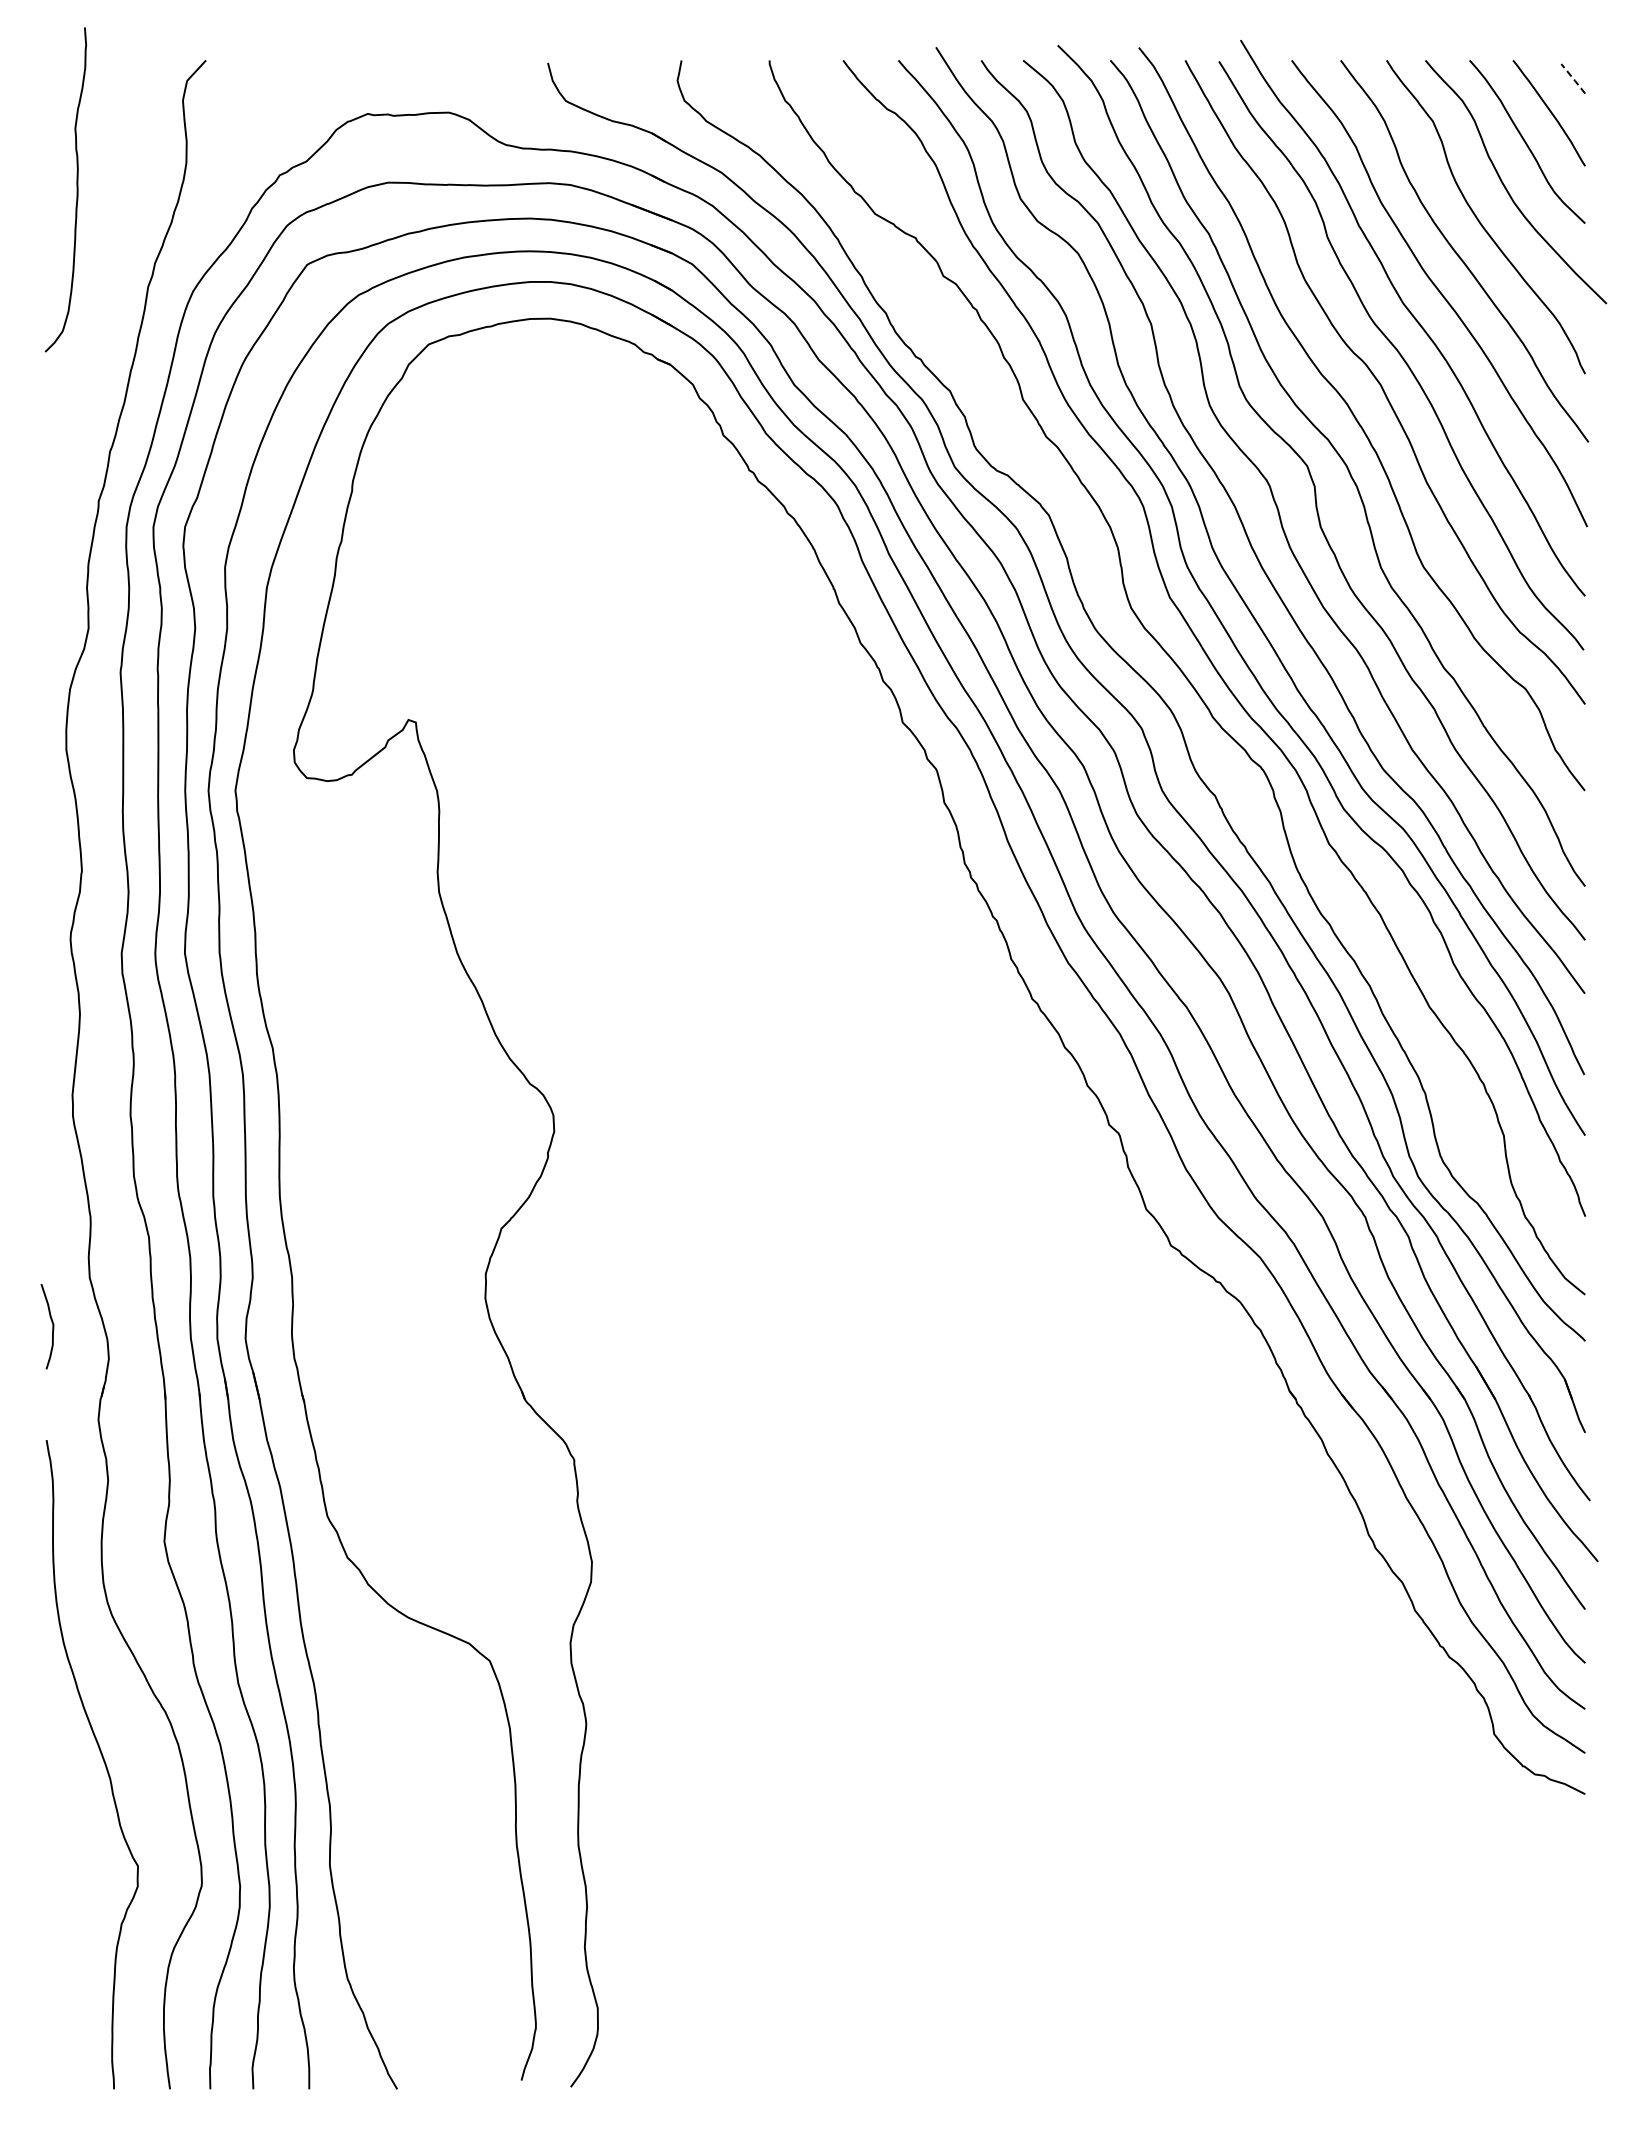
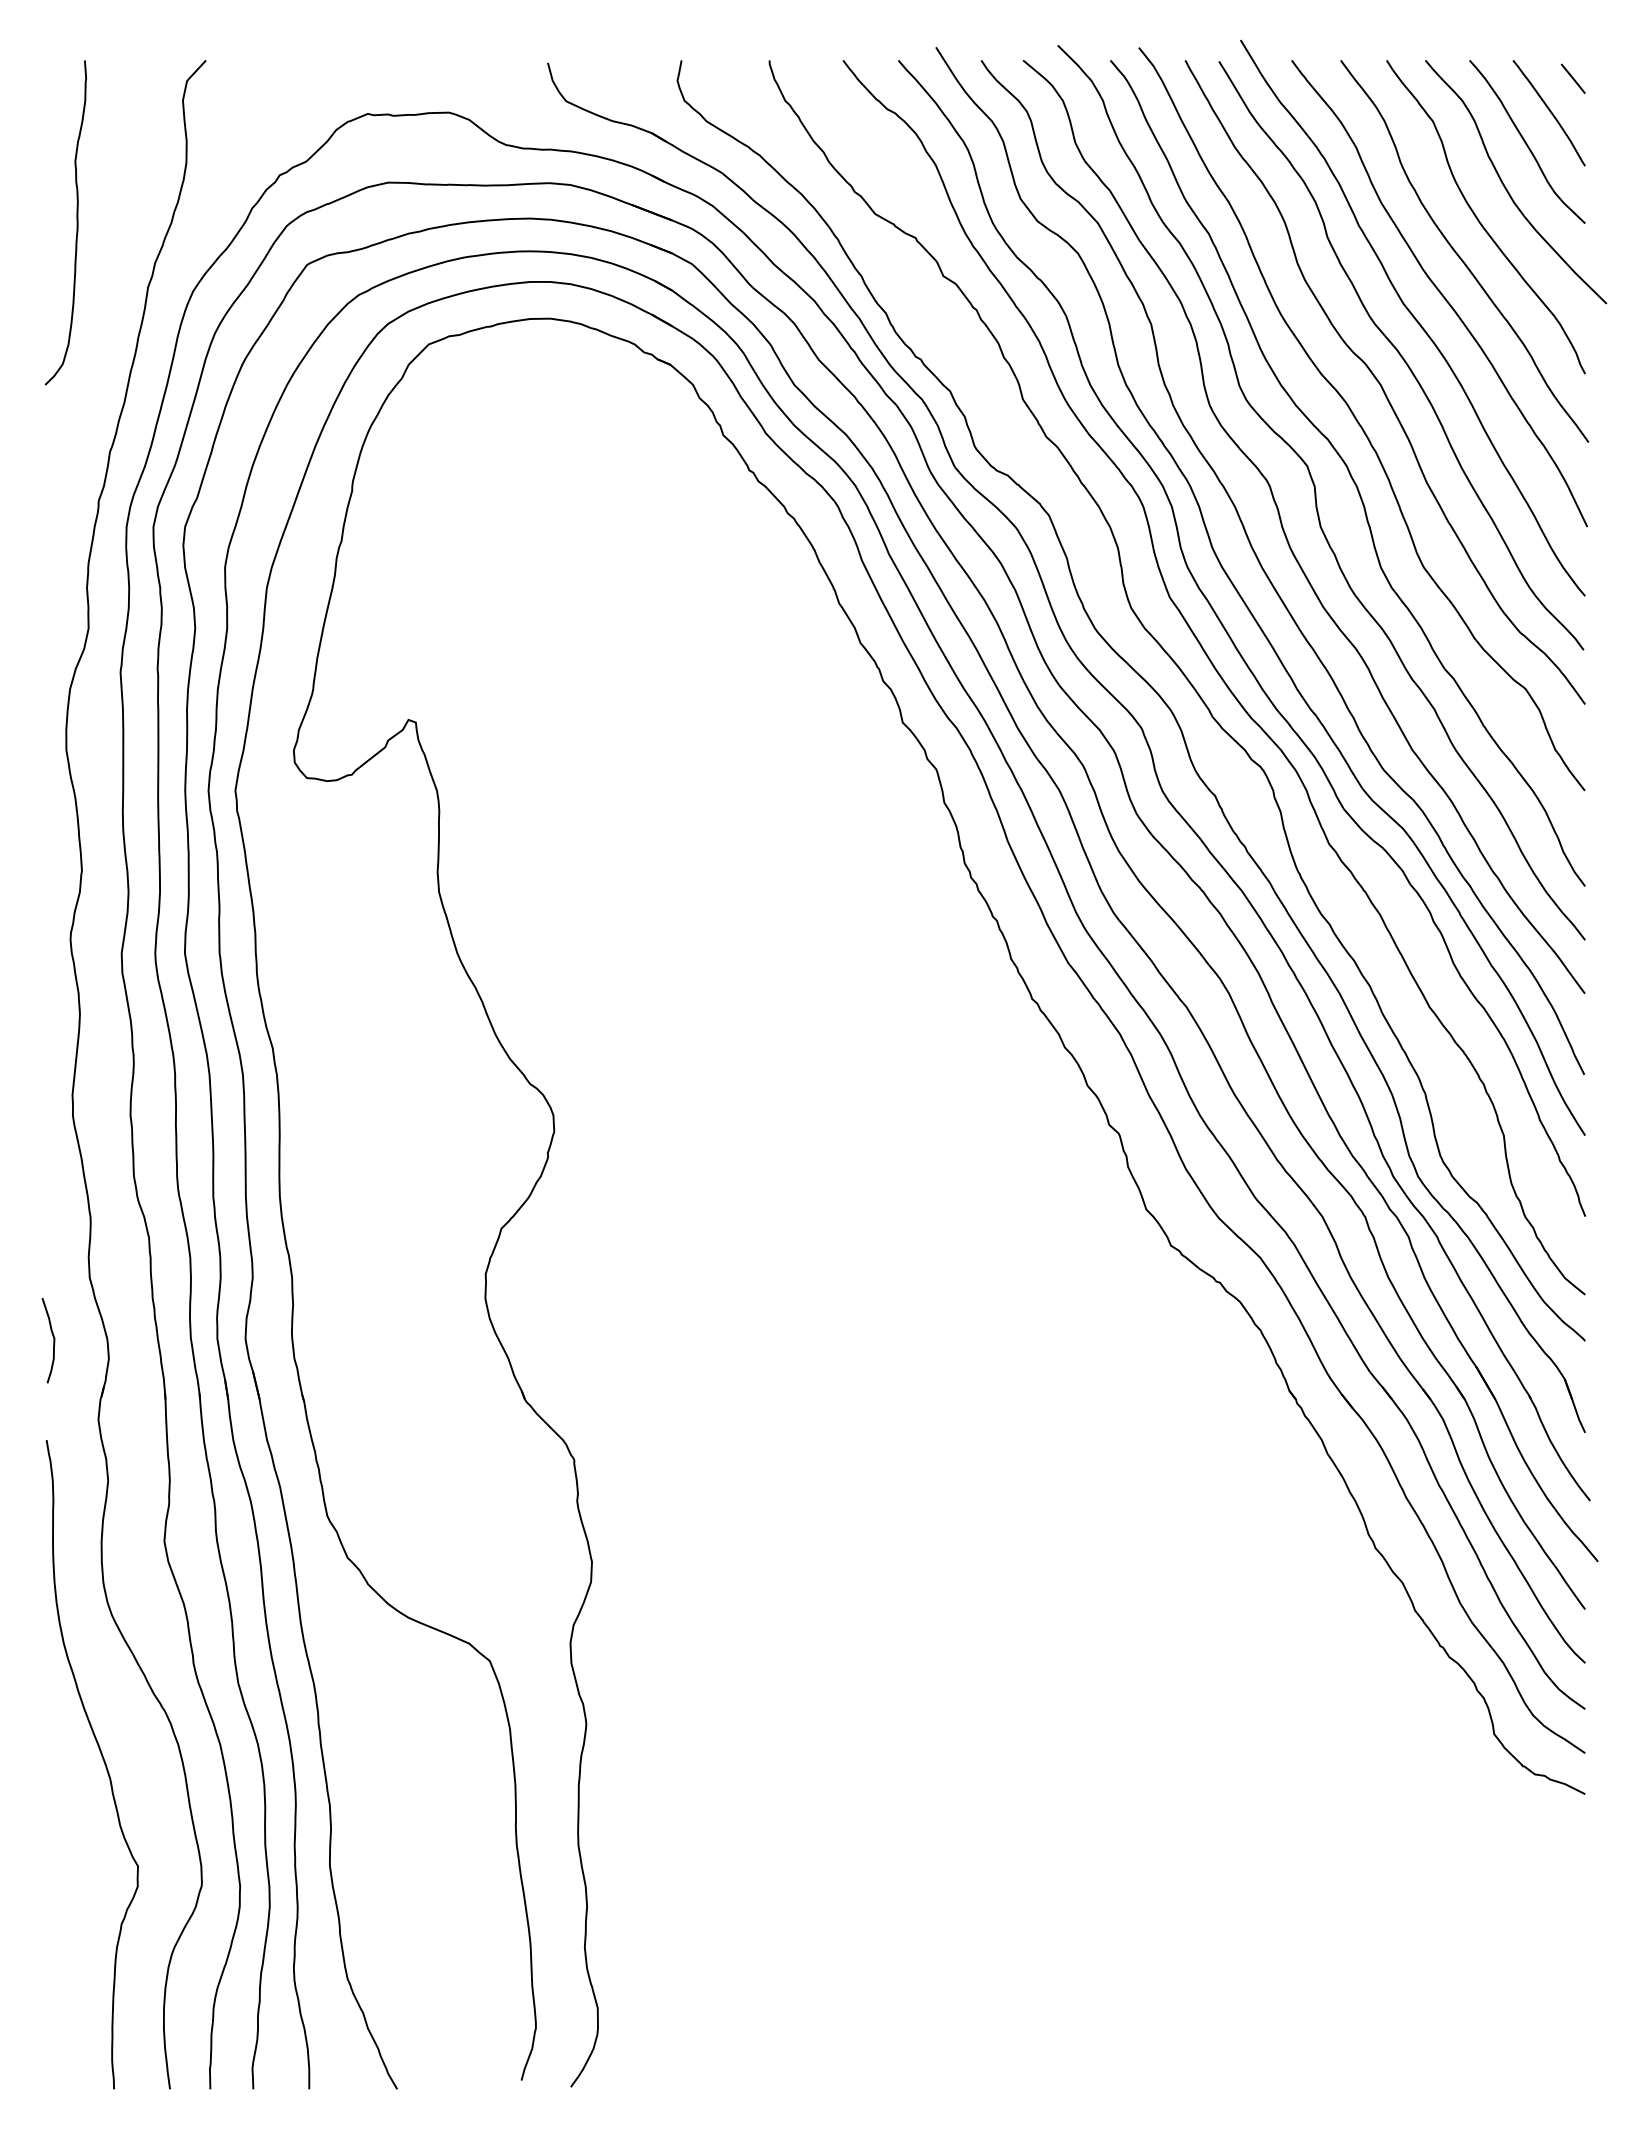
line at (1573, 79): dashed -> solid
curve at (76, 189) position: (76, 189) -> (76, 222)
curve at (52, 1326) position: (52, 1326) -> (53, 1340)
